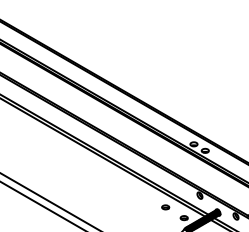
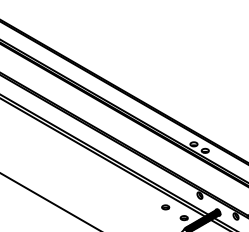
line at (42, 205): present -> none
